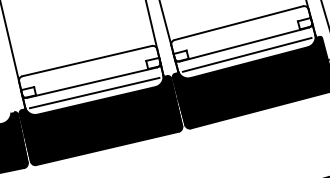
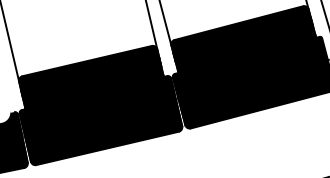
fill at (243, 42): none -> present
fill at (91, 79): none -> present
